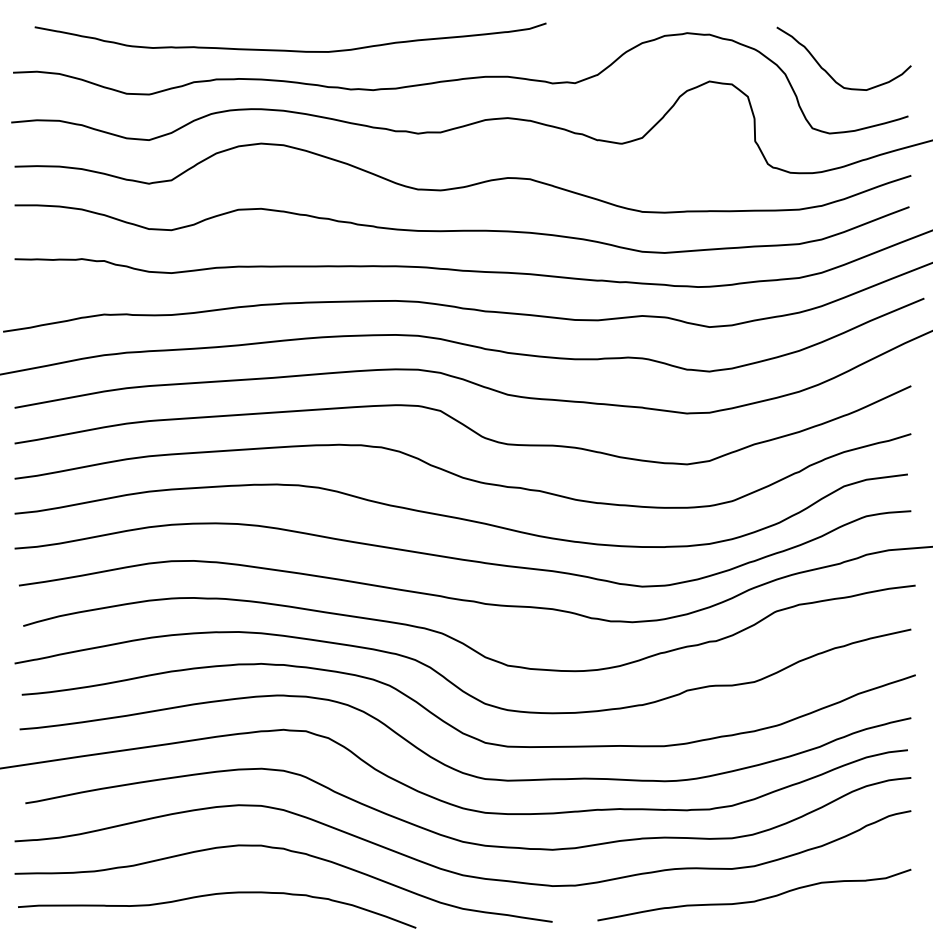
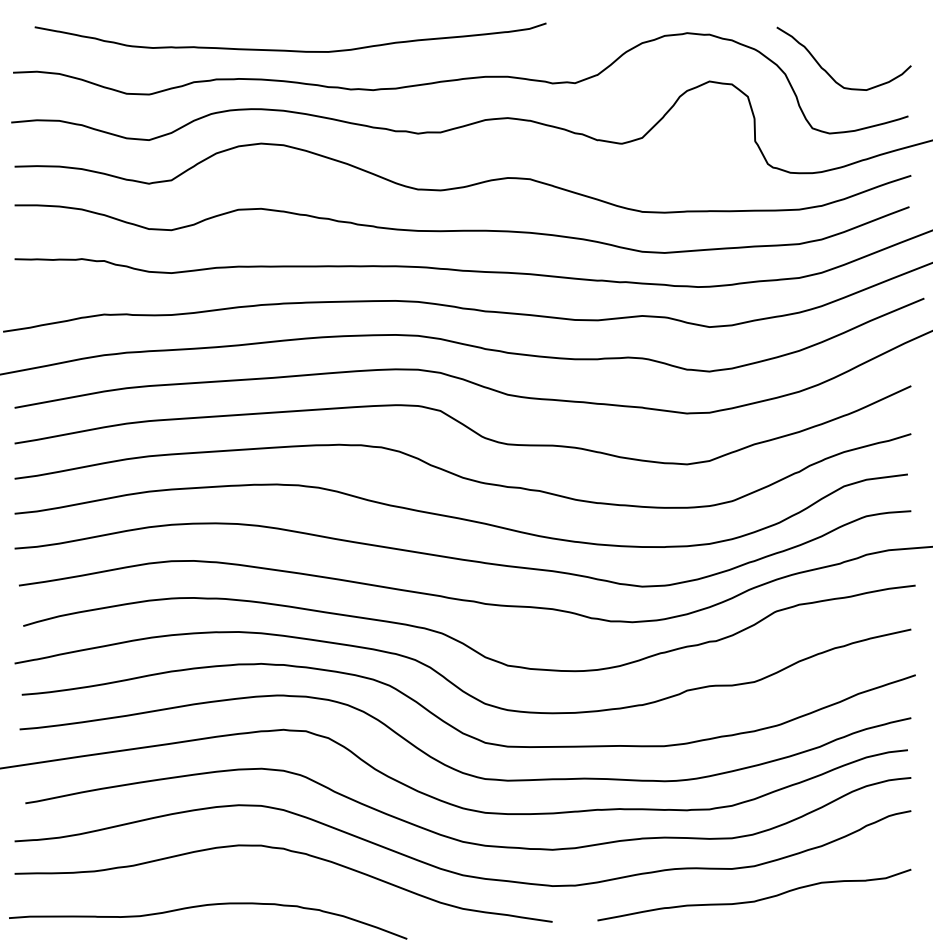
curve at (214, 895) position: (214, 895) -> (205, 906)
